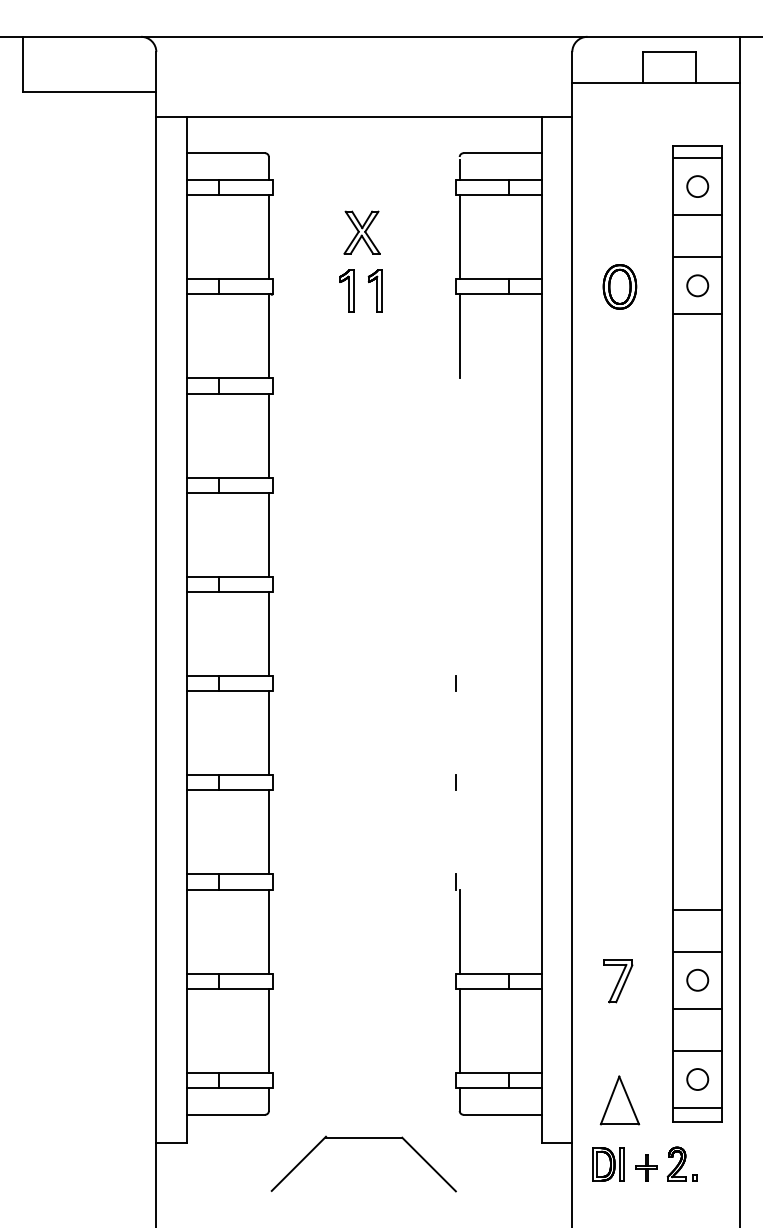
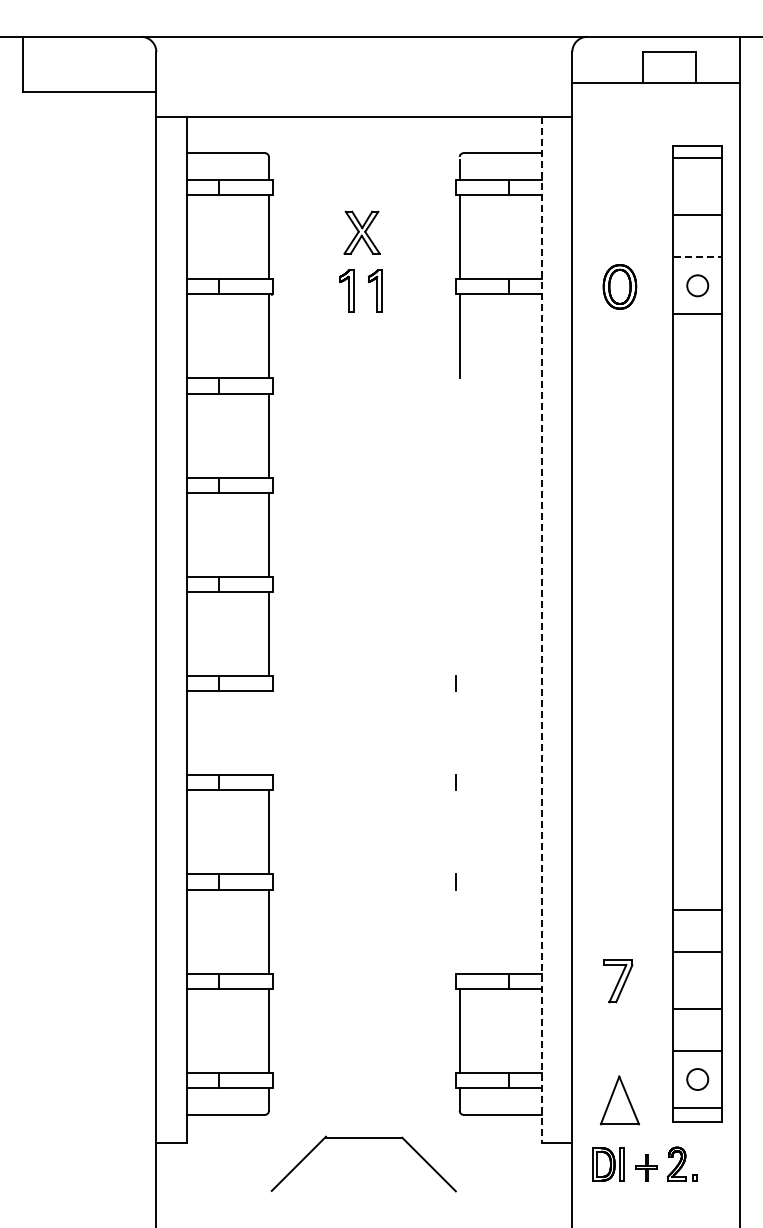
circle at (697, 186): present -> none
line at (697, 257): solid -> dashed
line at (541, 630): solid -> dashed
line at (268, 733): present -> none
line at (459, 931): present -> none
circle at (697, 979): present -> none
